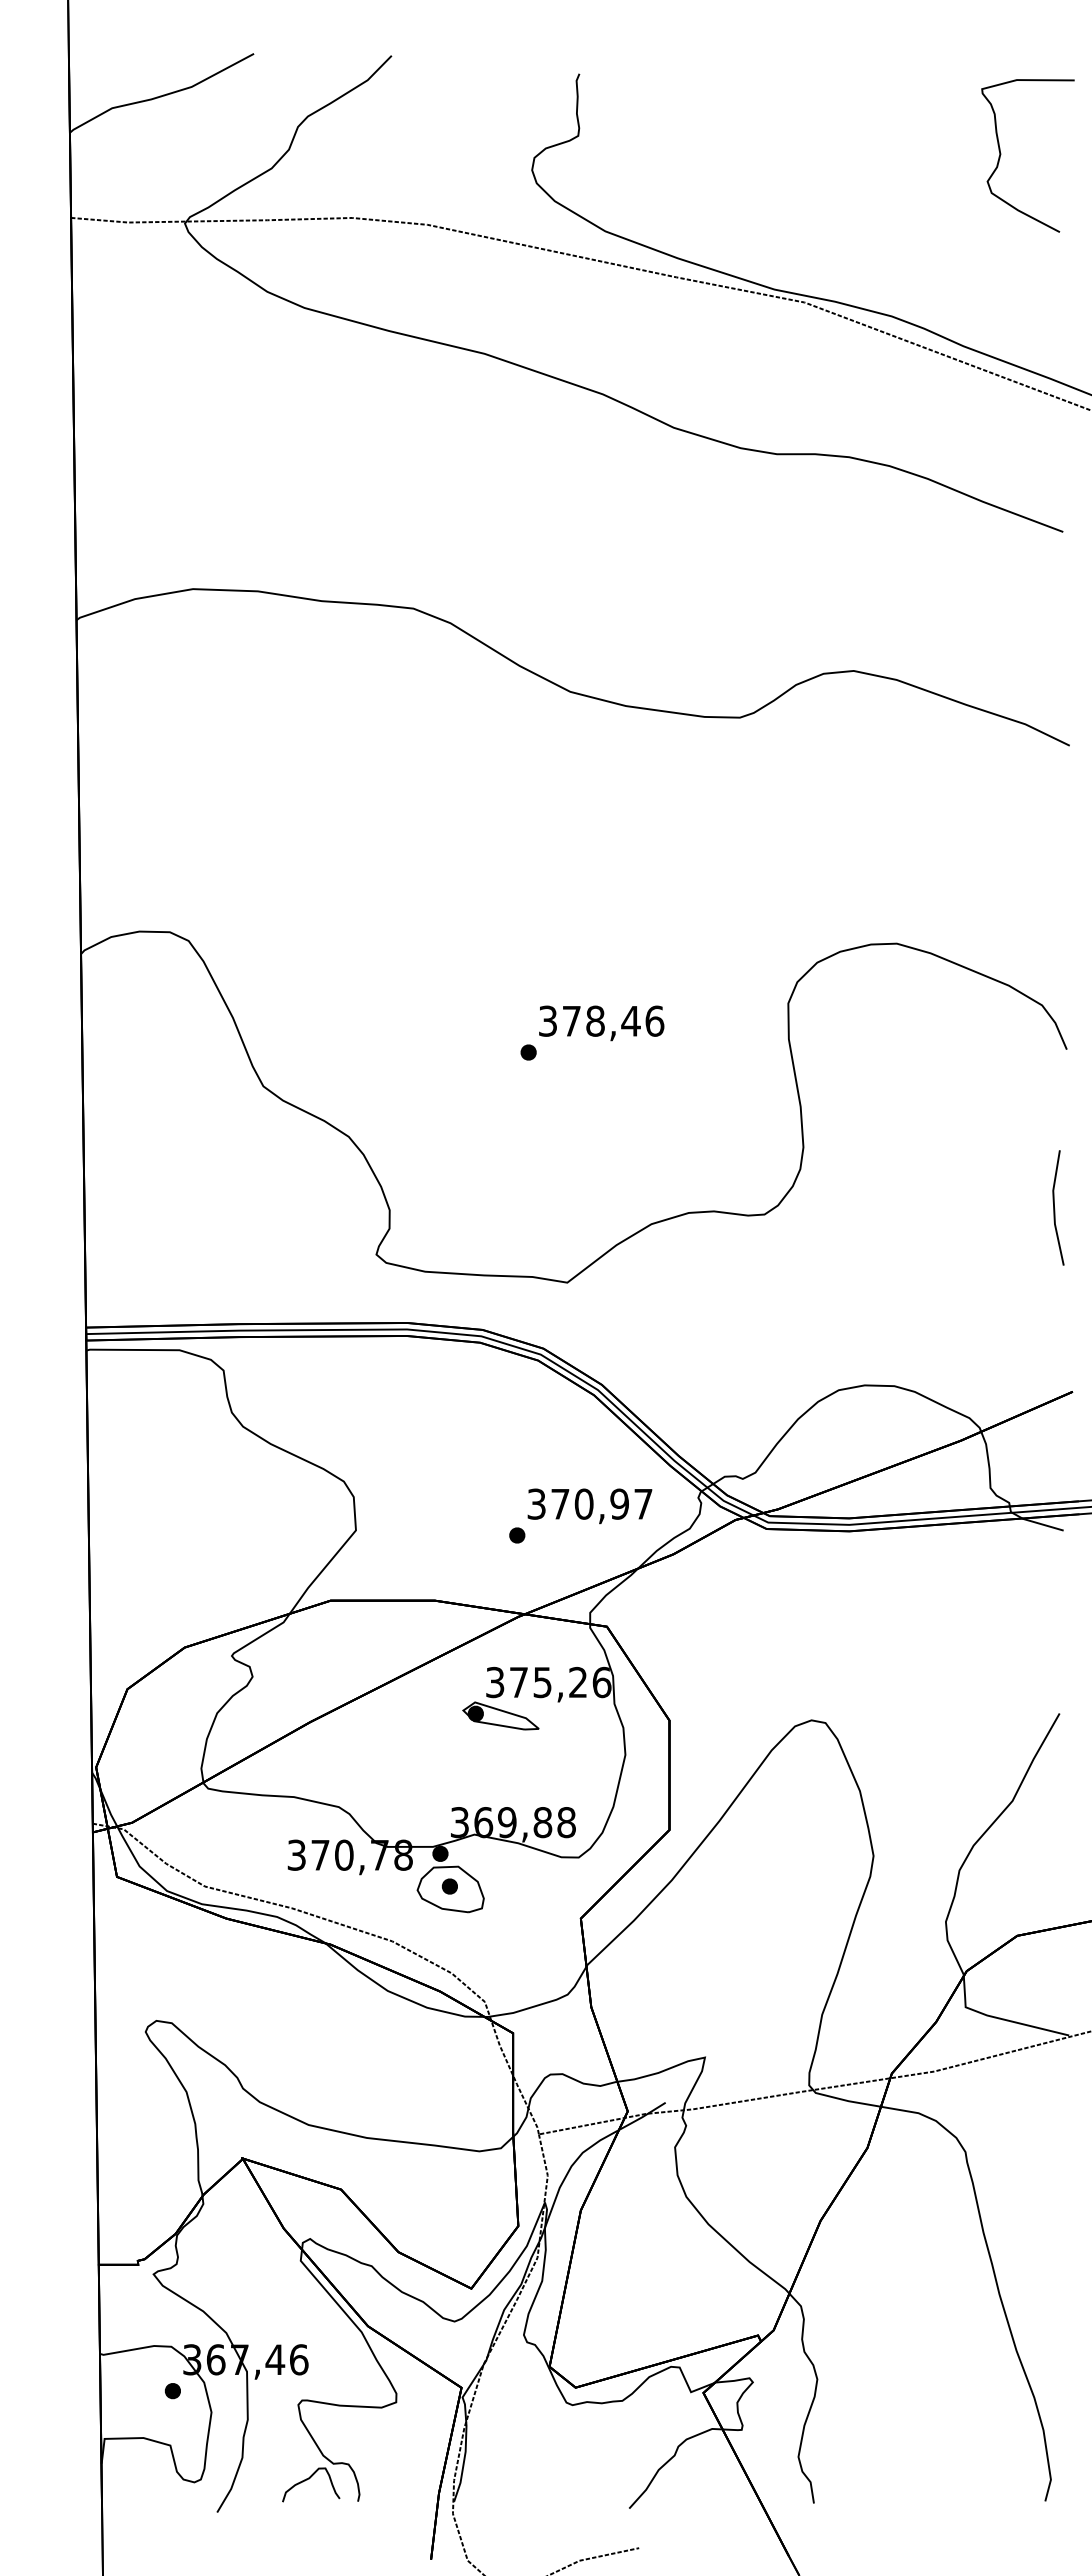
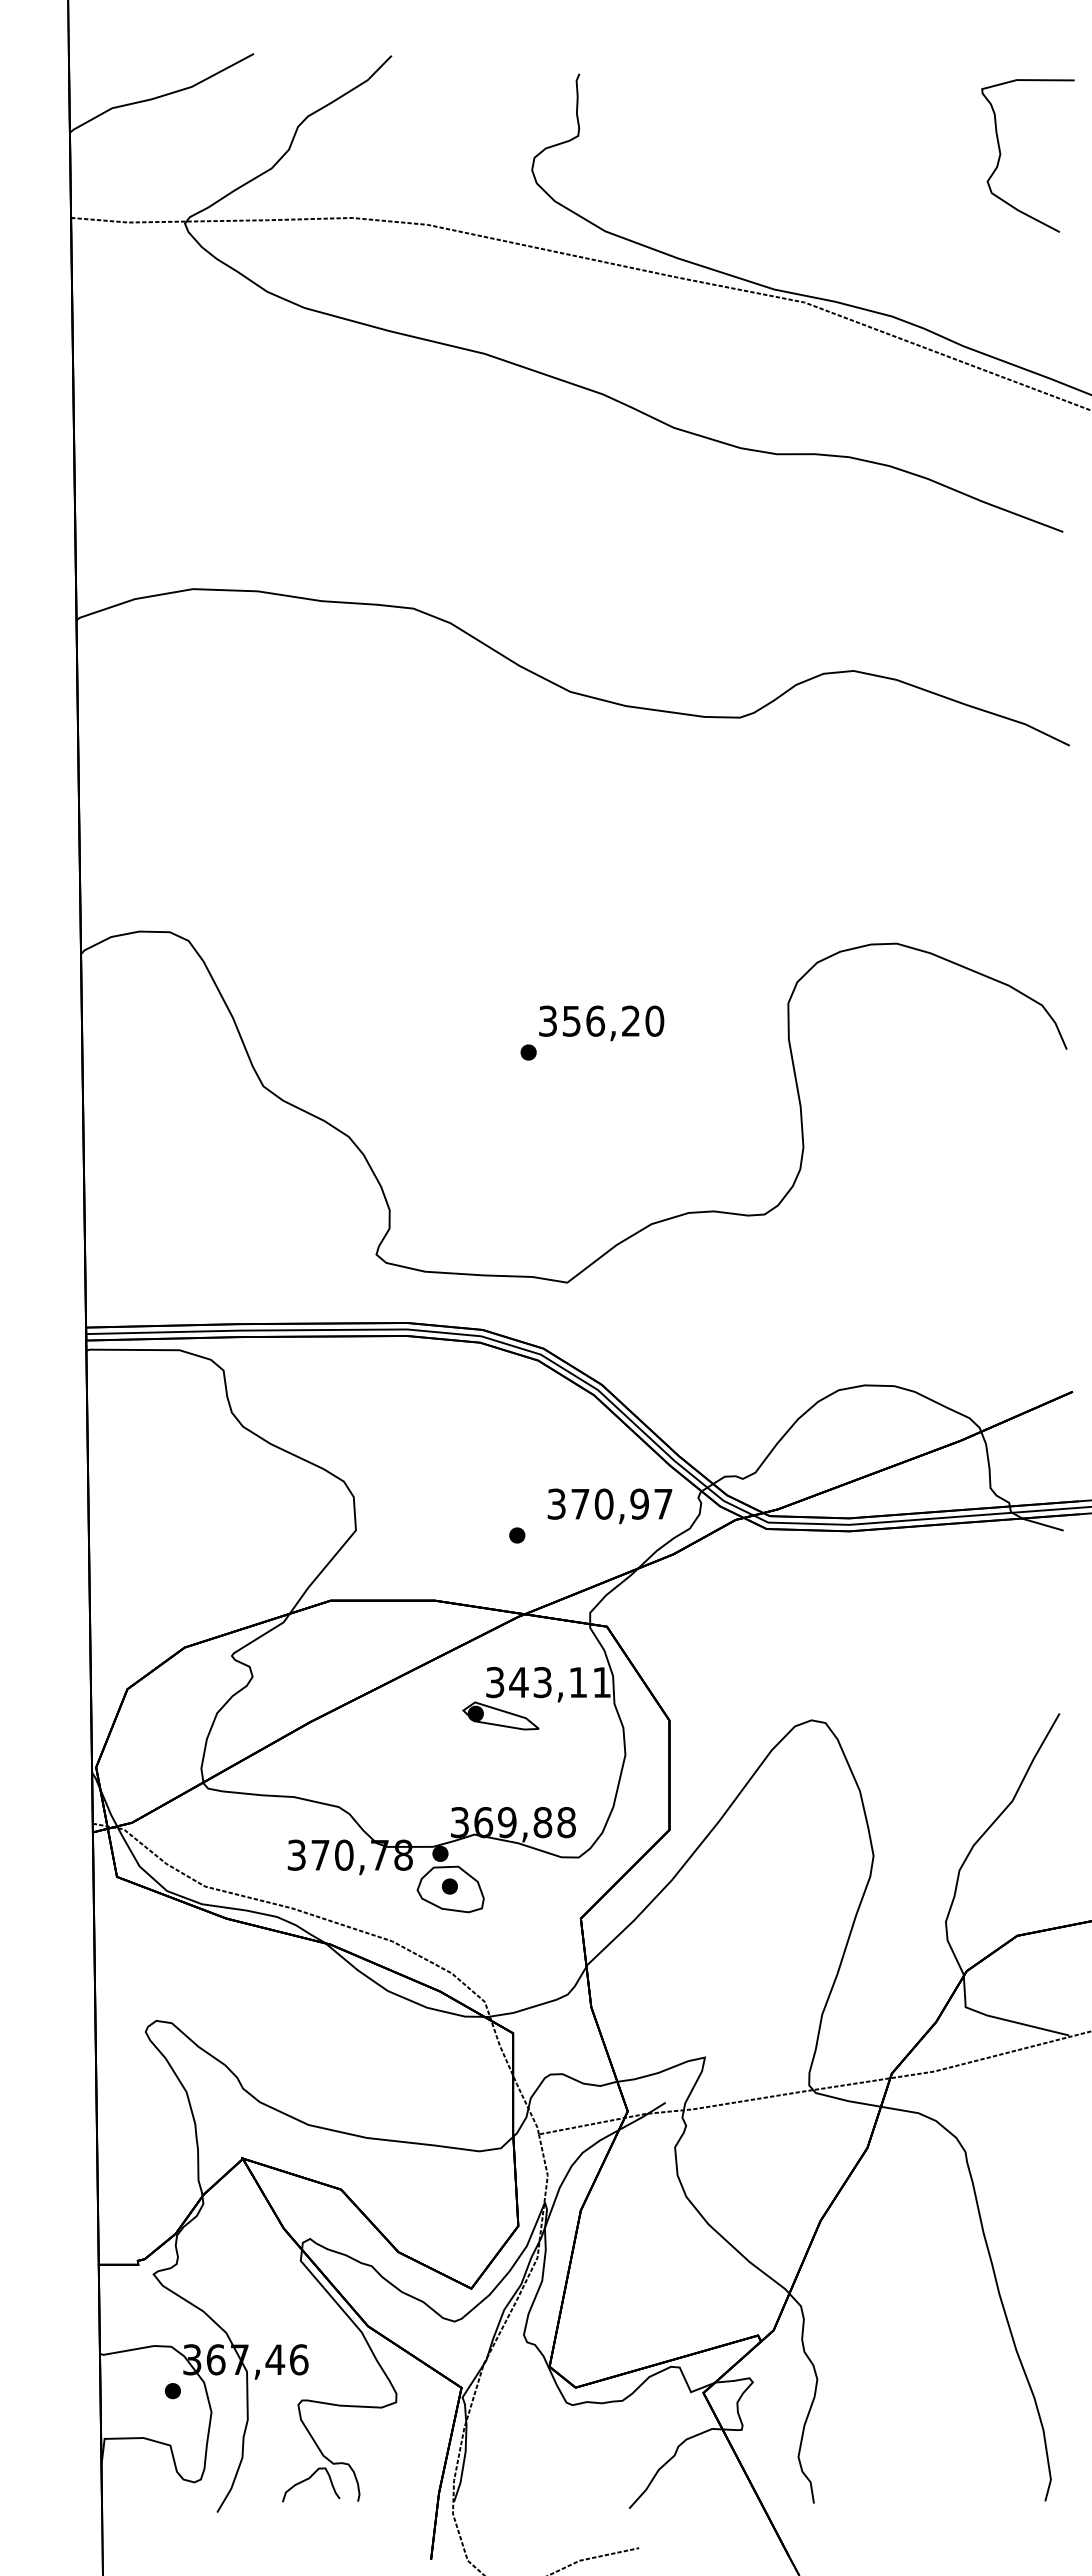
text at (613, 1020): 378,46 -> 356,20
line at (1055, 1209): present -> none
text at (589, 1506) position: (589, 1506) -> (609, 1506)
text at (560, 1682): 375,26 -> 343,11
